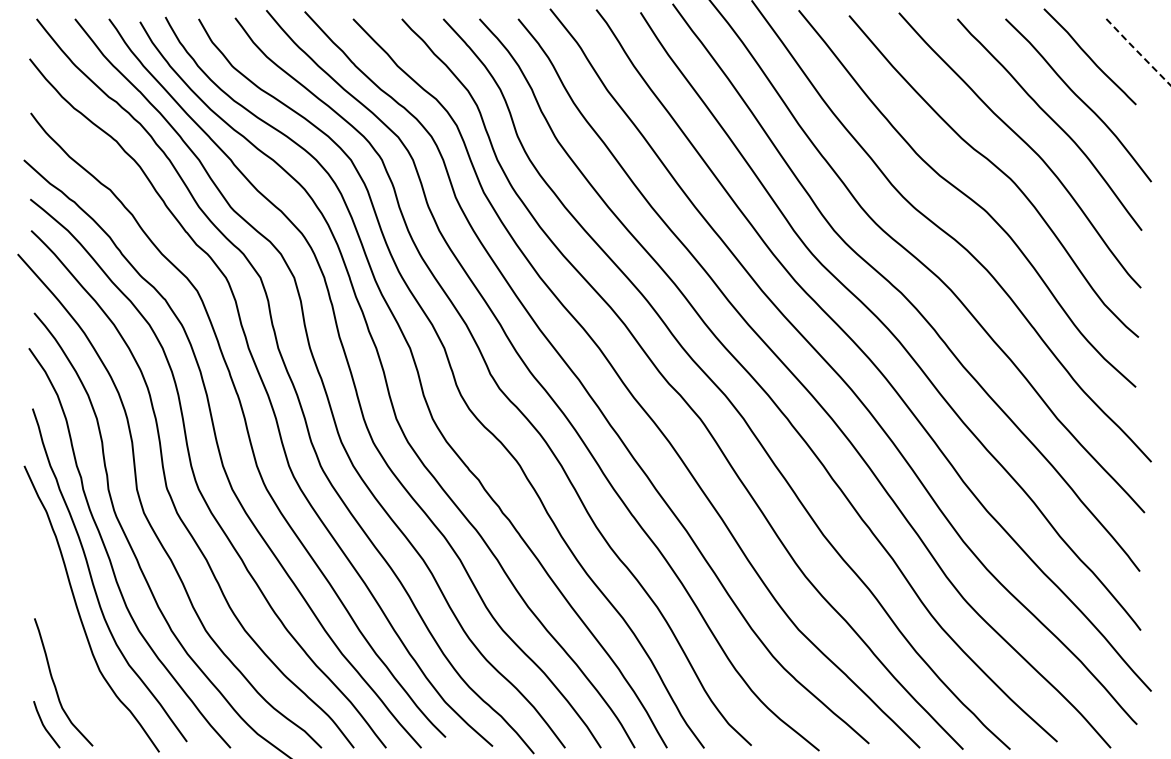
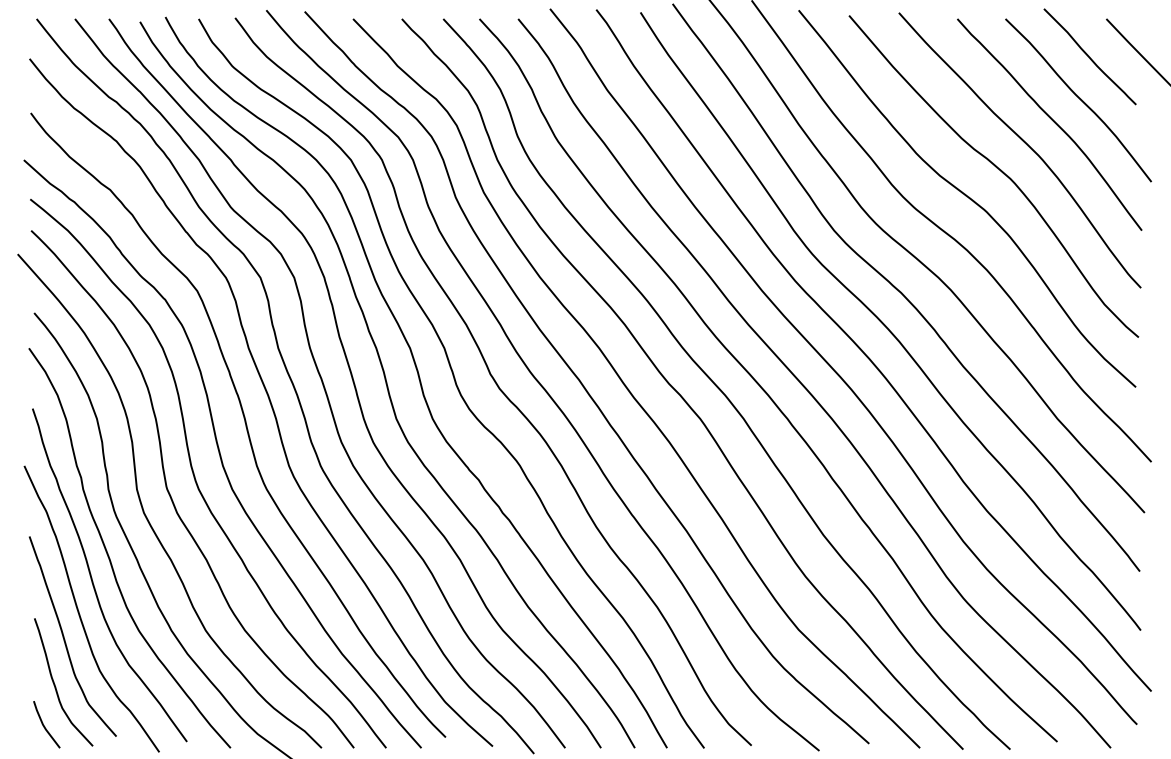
line at (1138, 52): dashed -> solid
curve at (65, 639): none -> present
